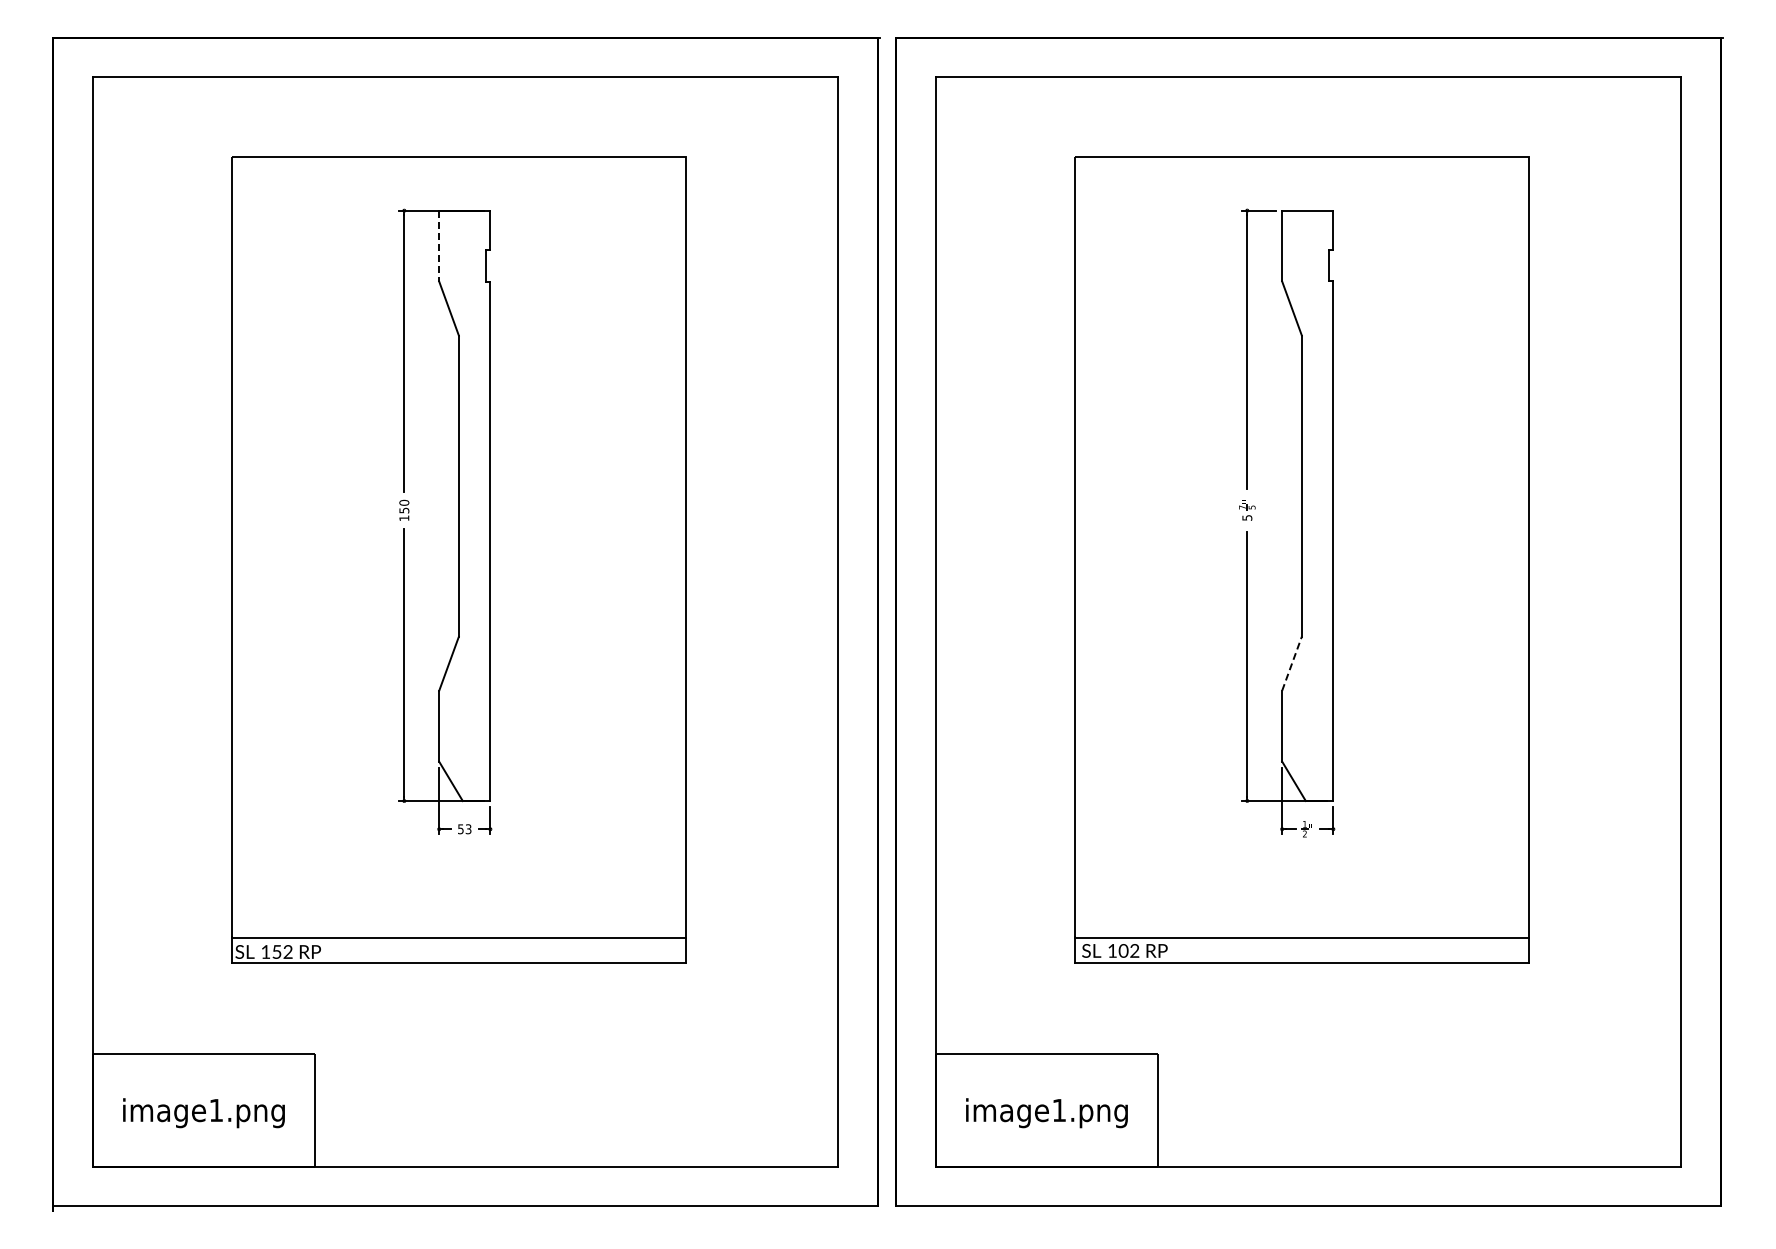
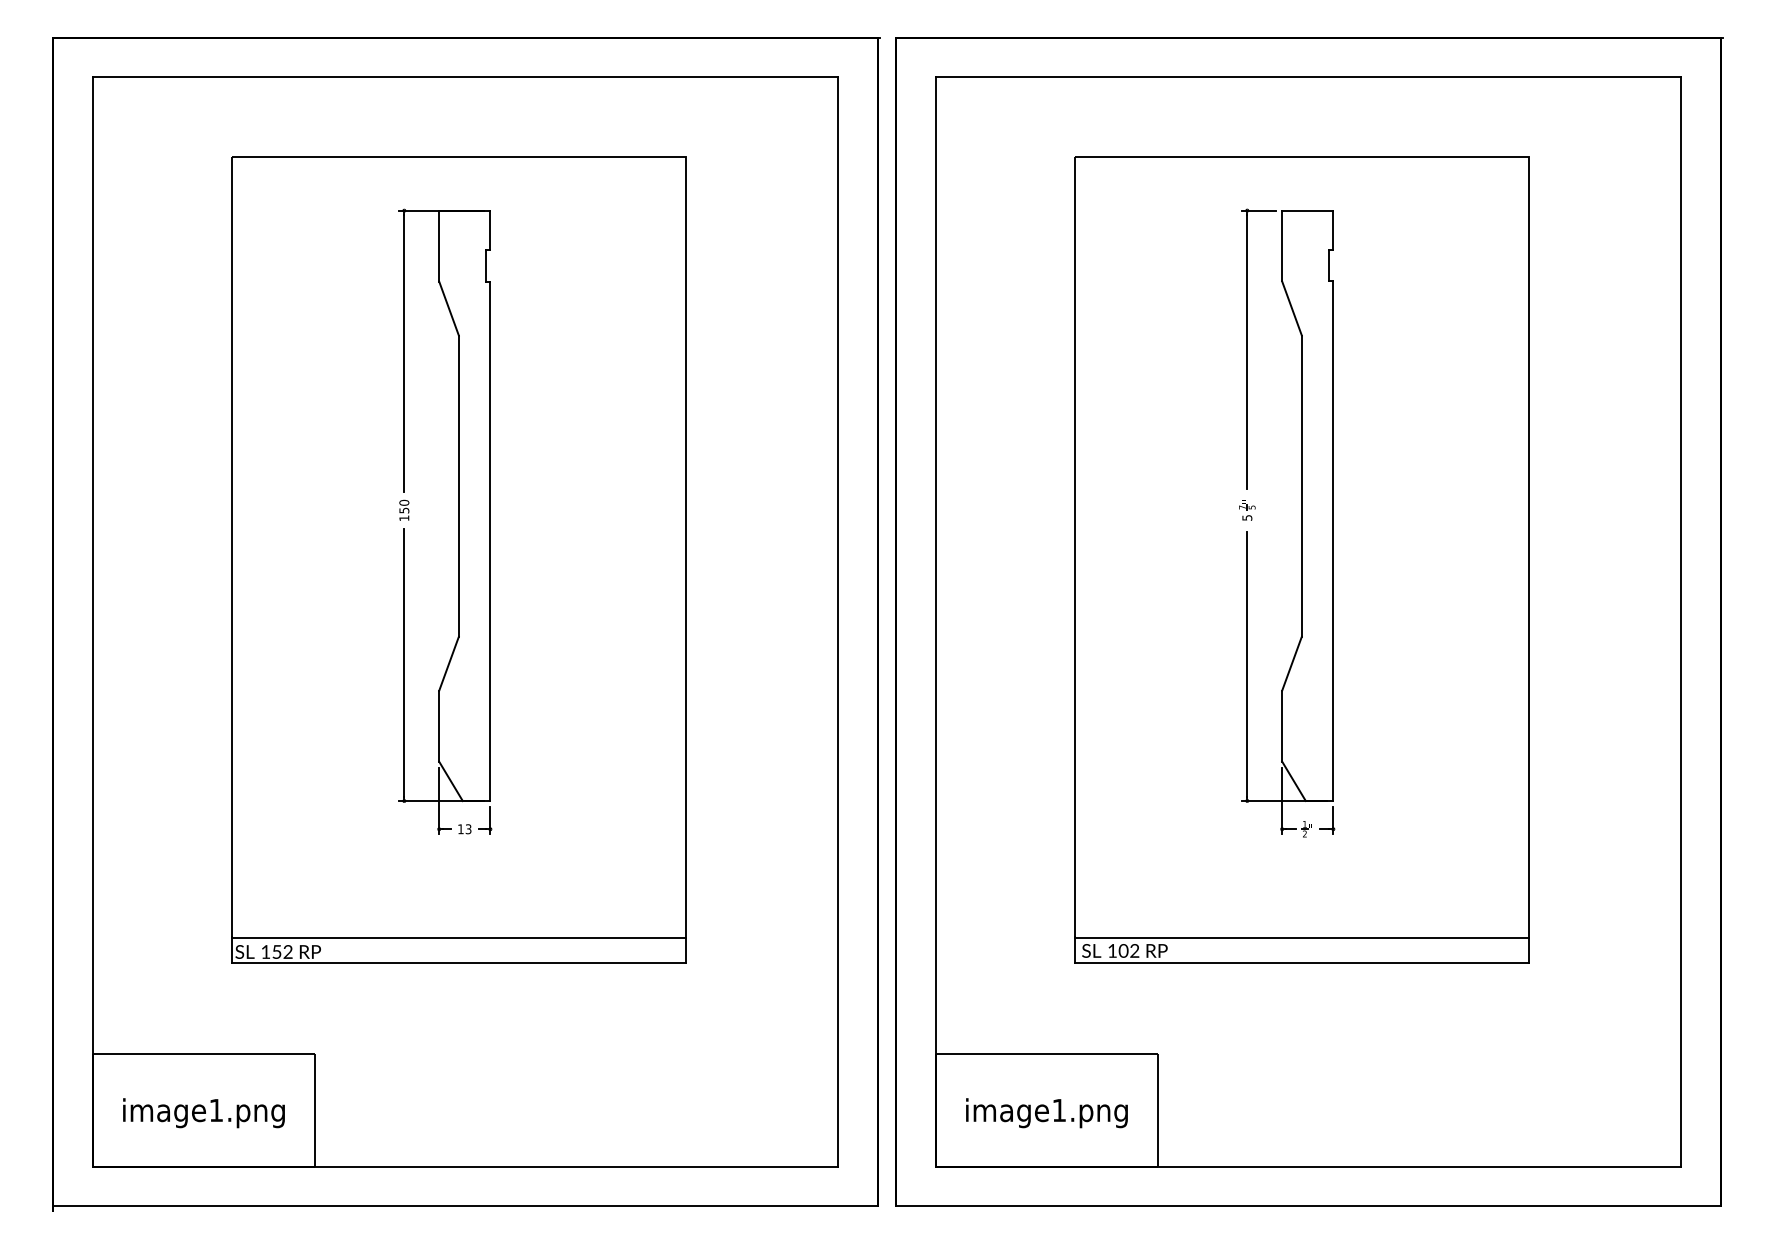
line at (439, 246): dashed -> solid
line at (1292, 663): dashed -> solid
text at (460, 829): 53 -> 13
